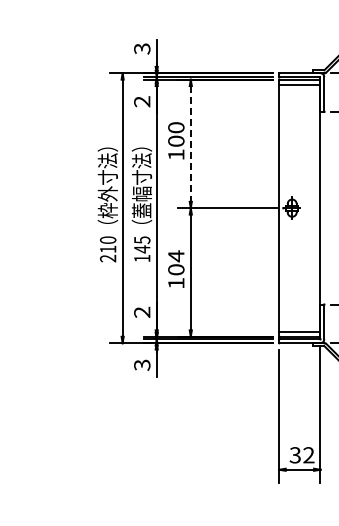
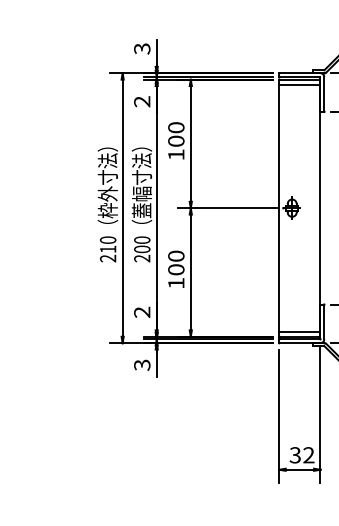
line at (190, 143): dashed -> solid
text at (142, 249): 145 -> 200
text at (176, 256): 104 -> 100
